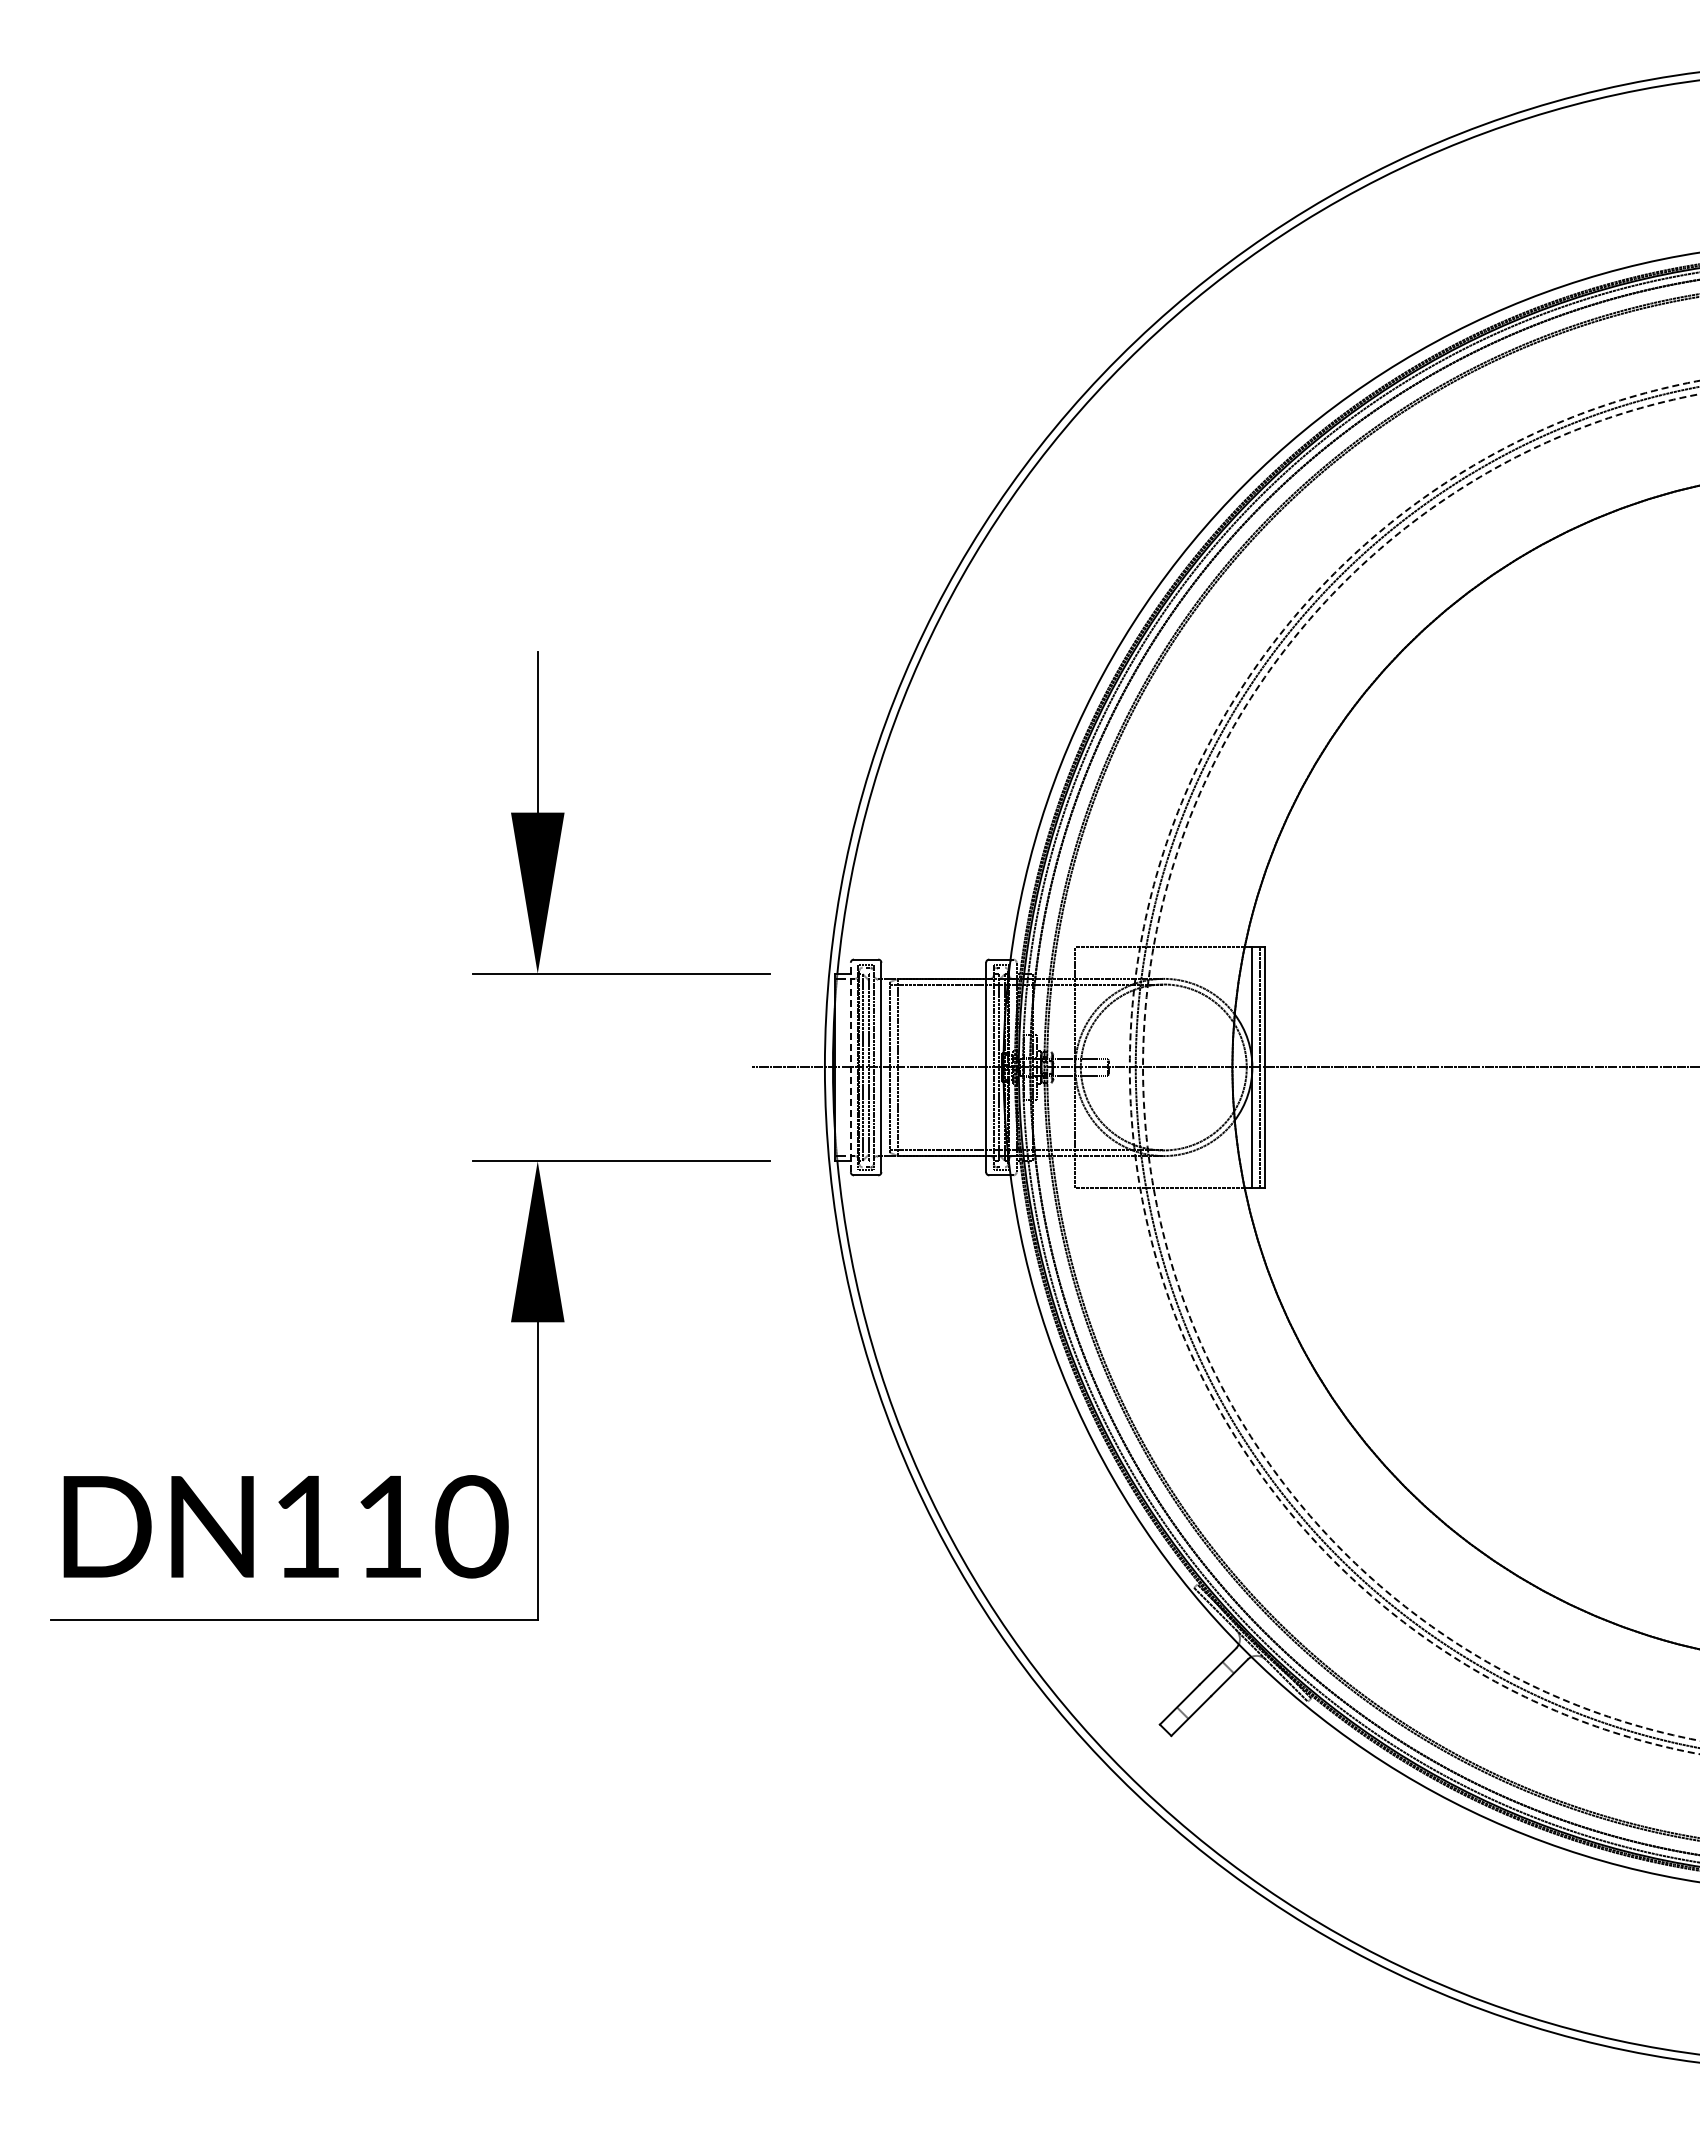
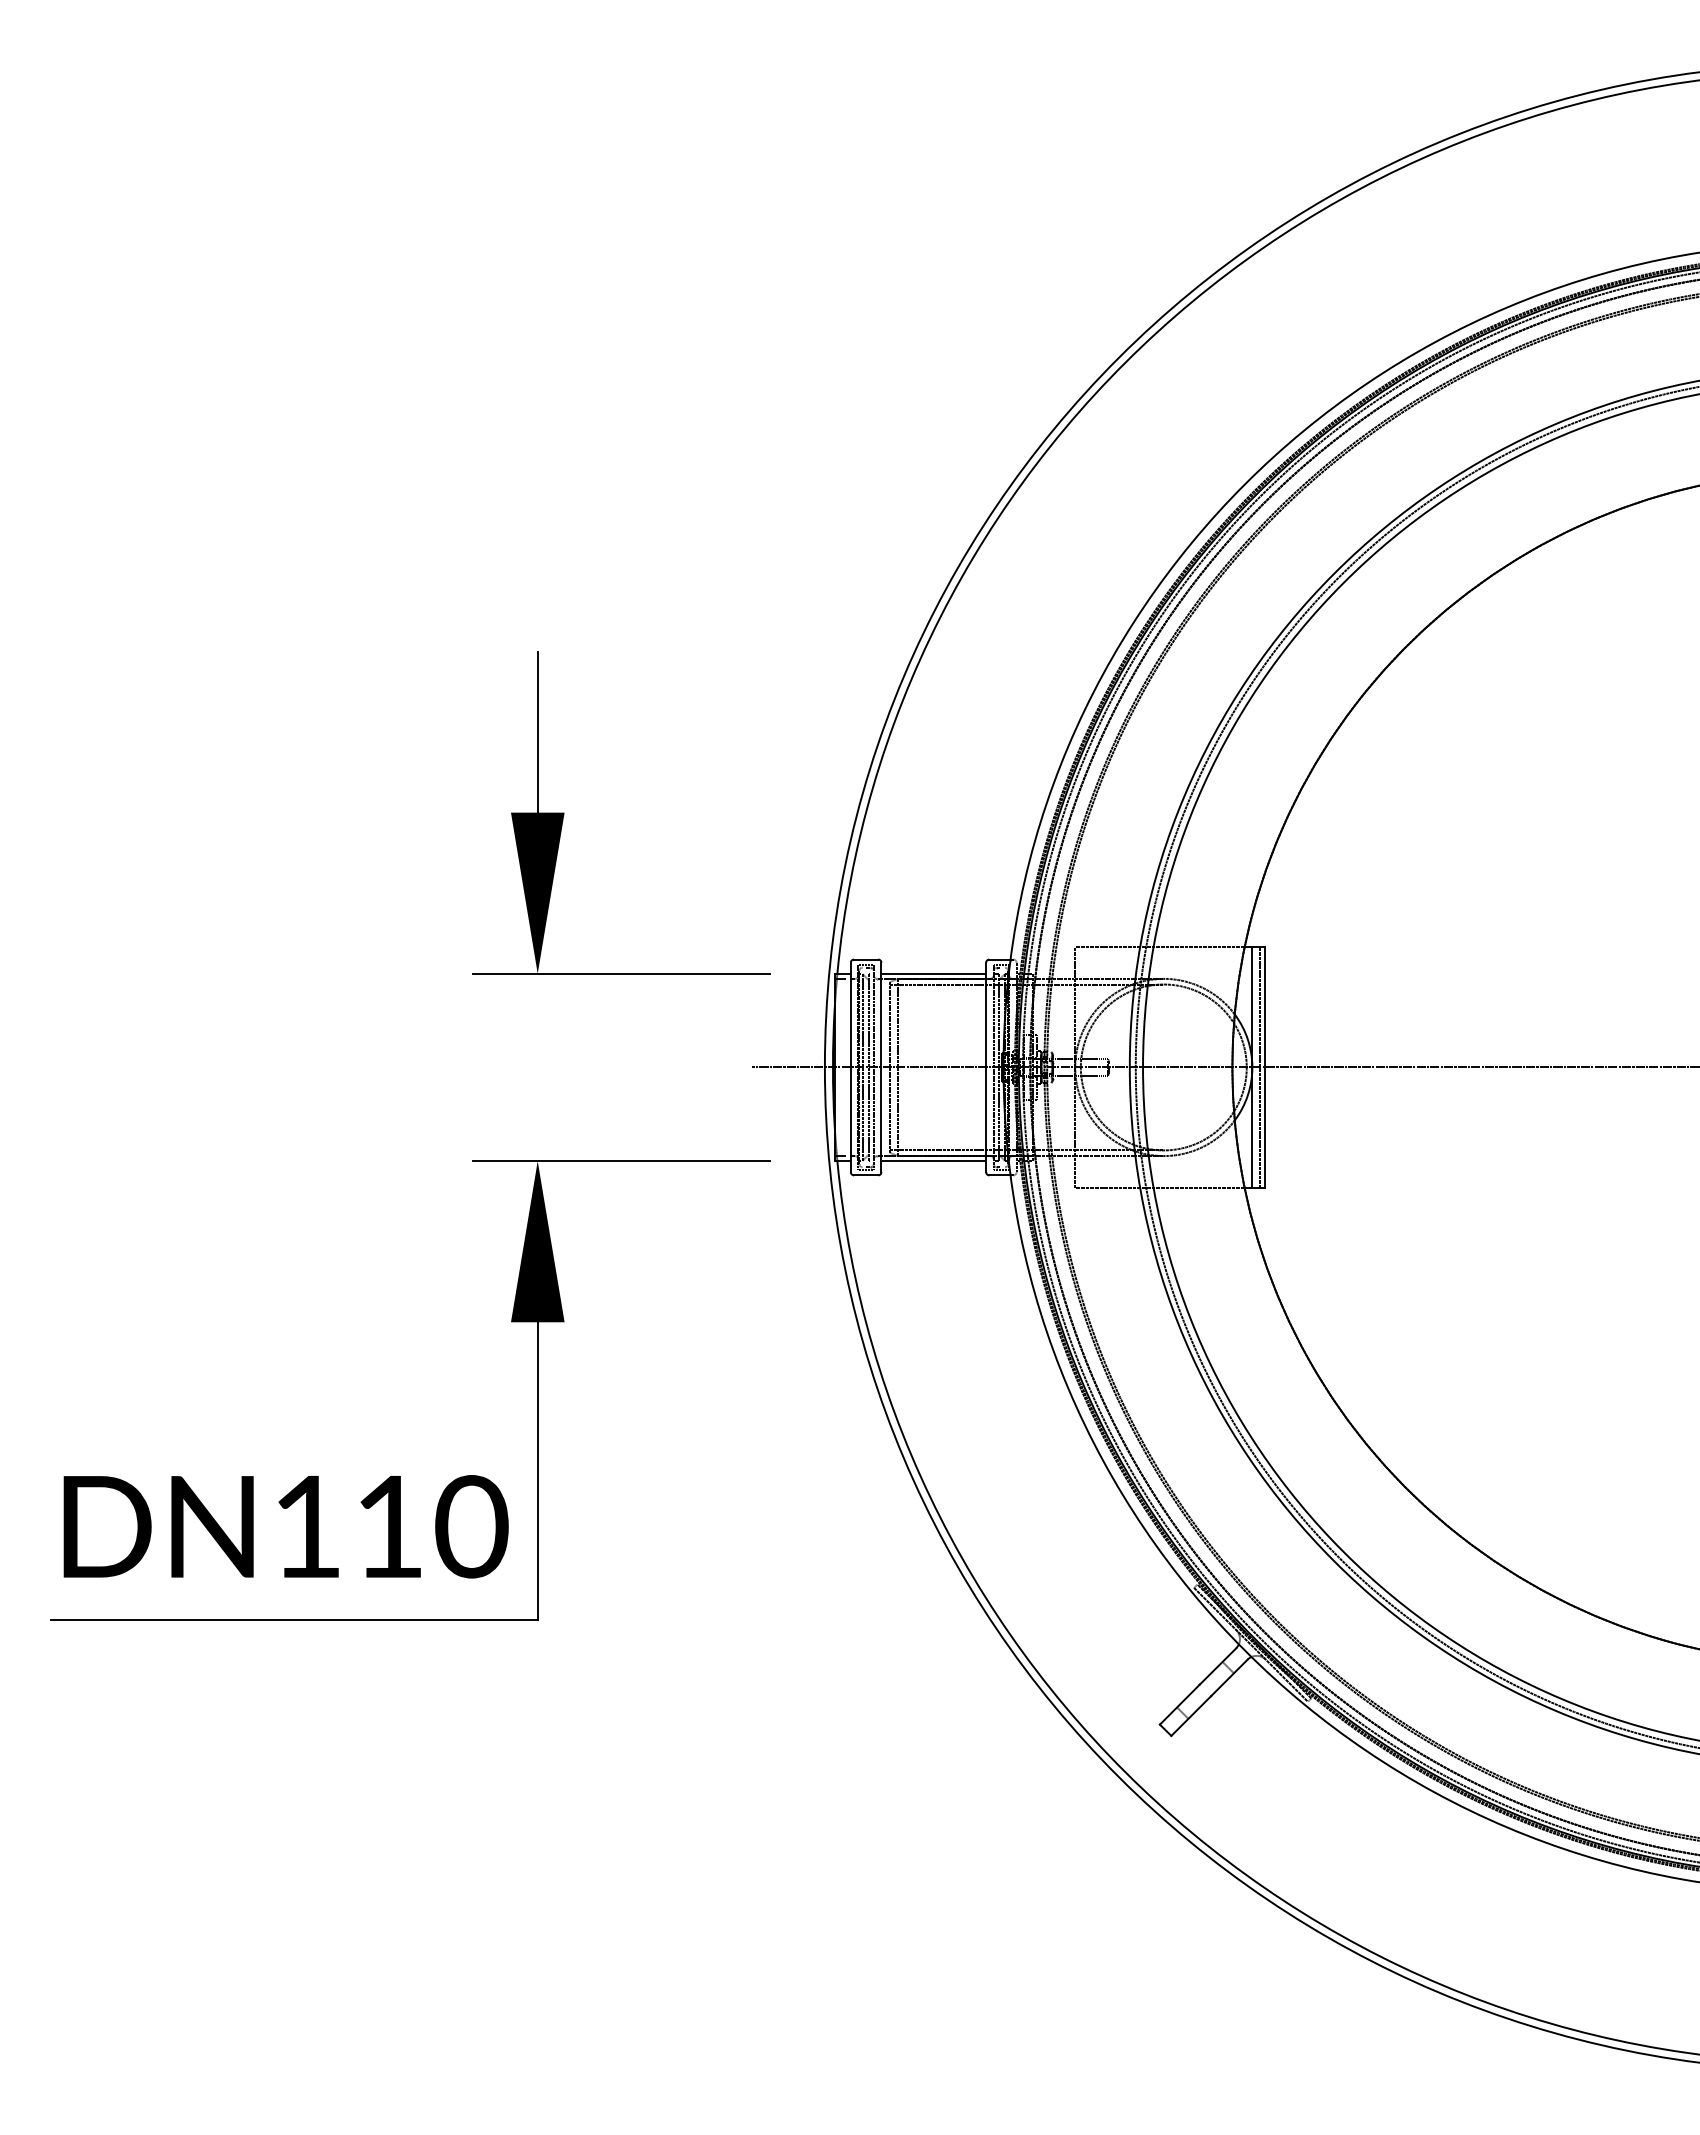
line at (933, 973): none -> present
line at (850, 1067): dashed -> solid
circle at (1414, 1067): dashed -> solid
circle at (1421, 1067): dashed -> solid
line at (933, 1161): none -> present
